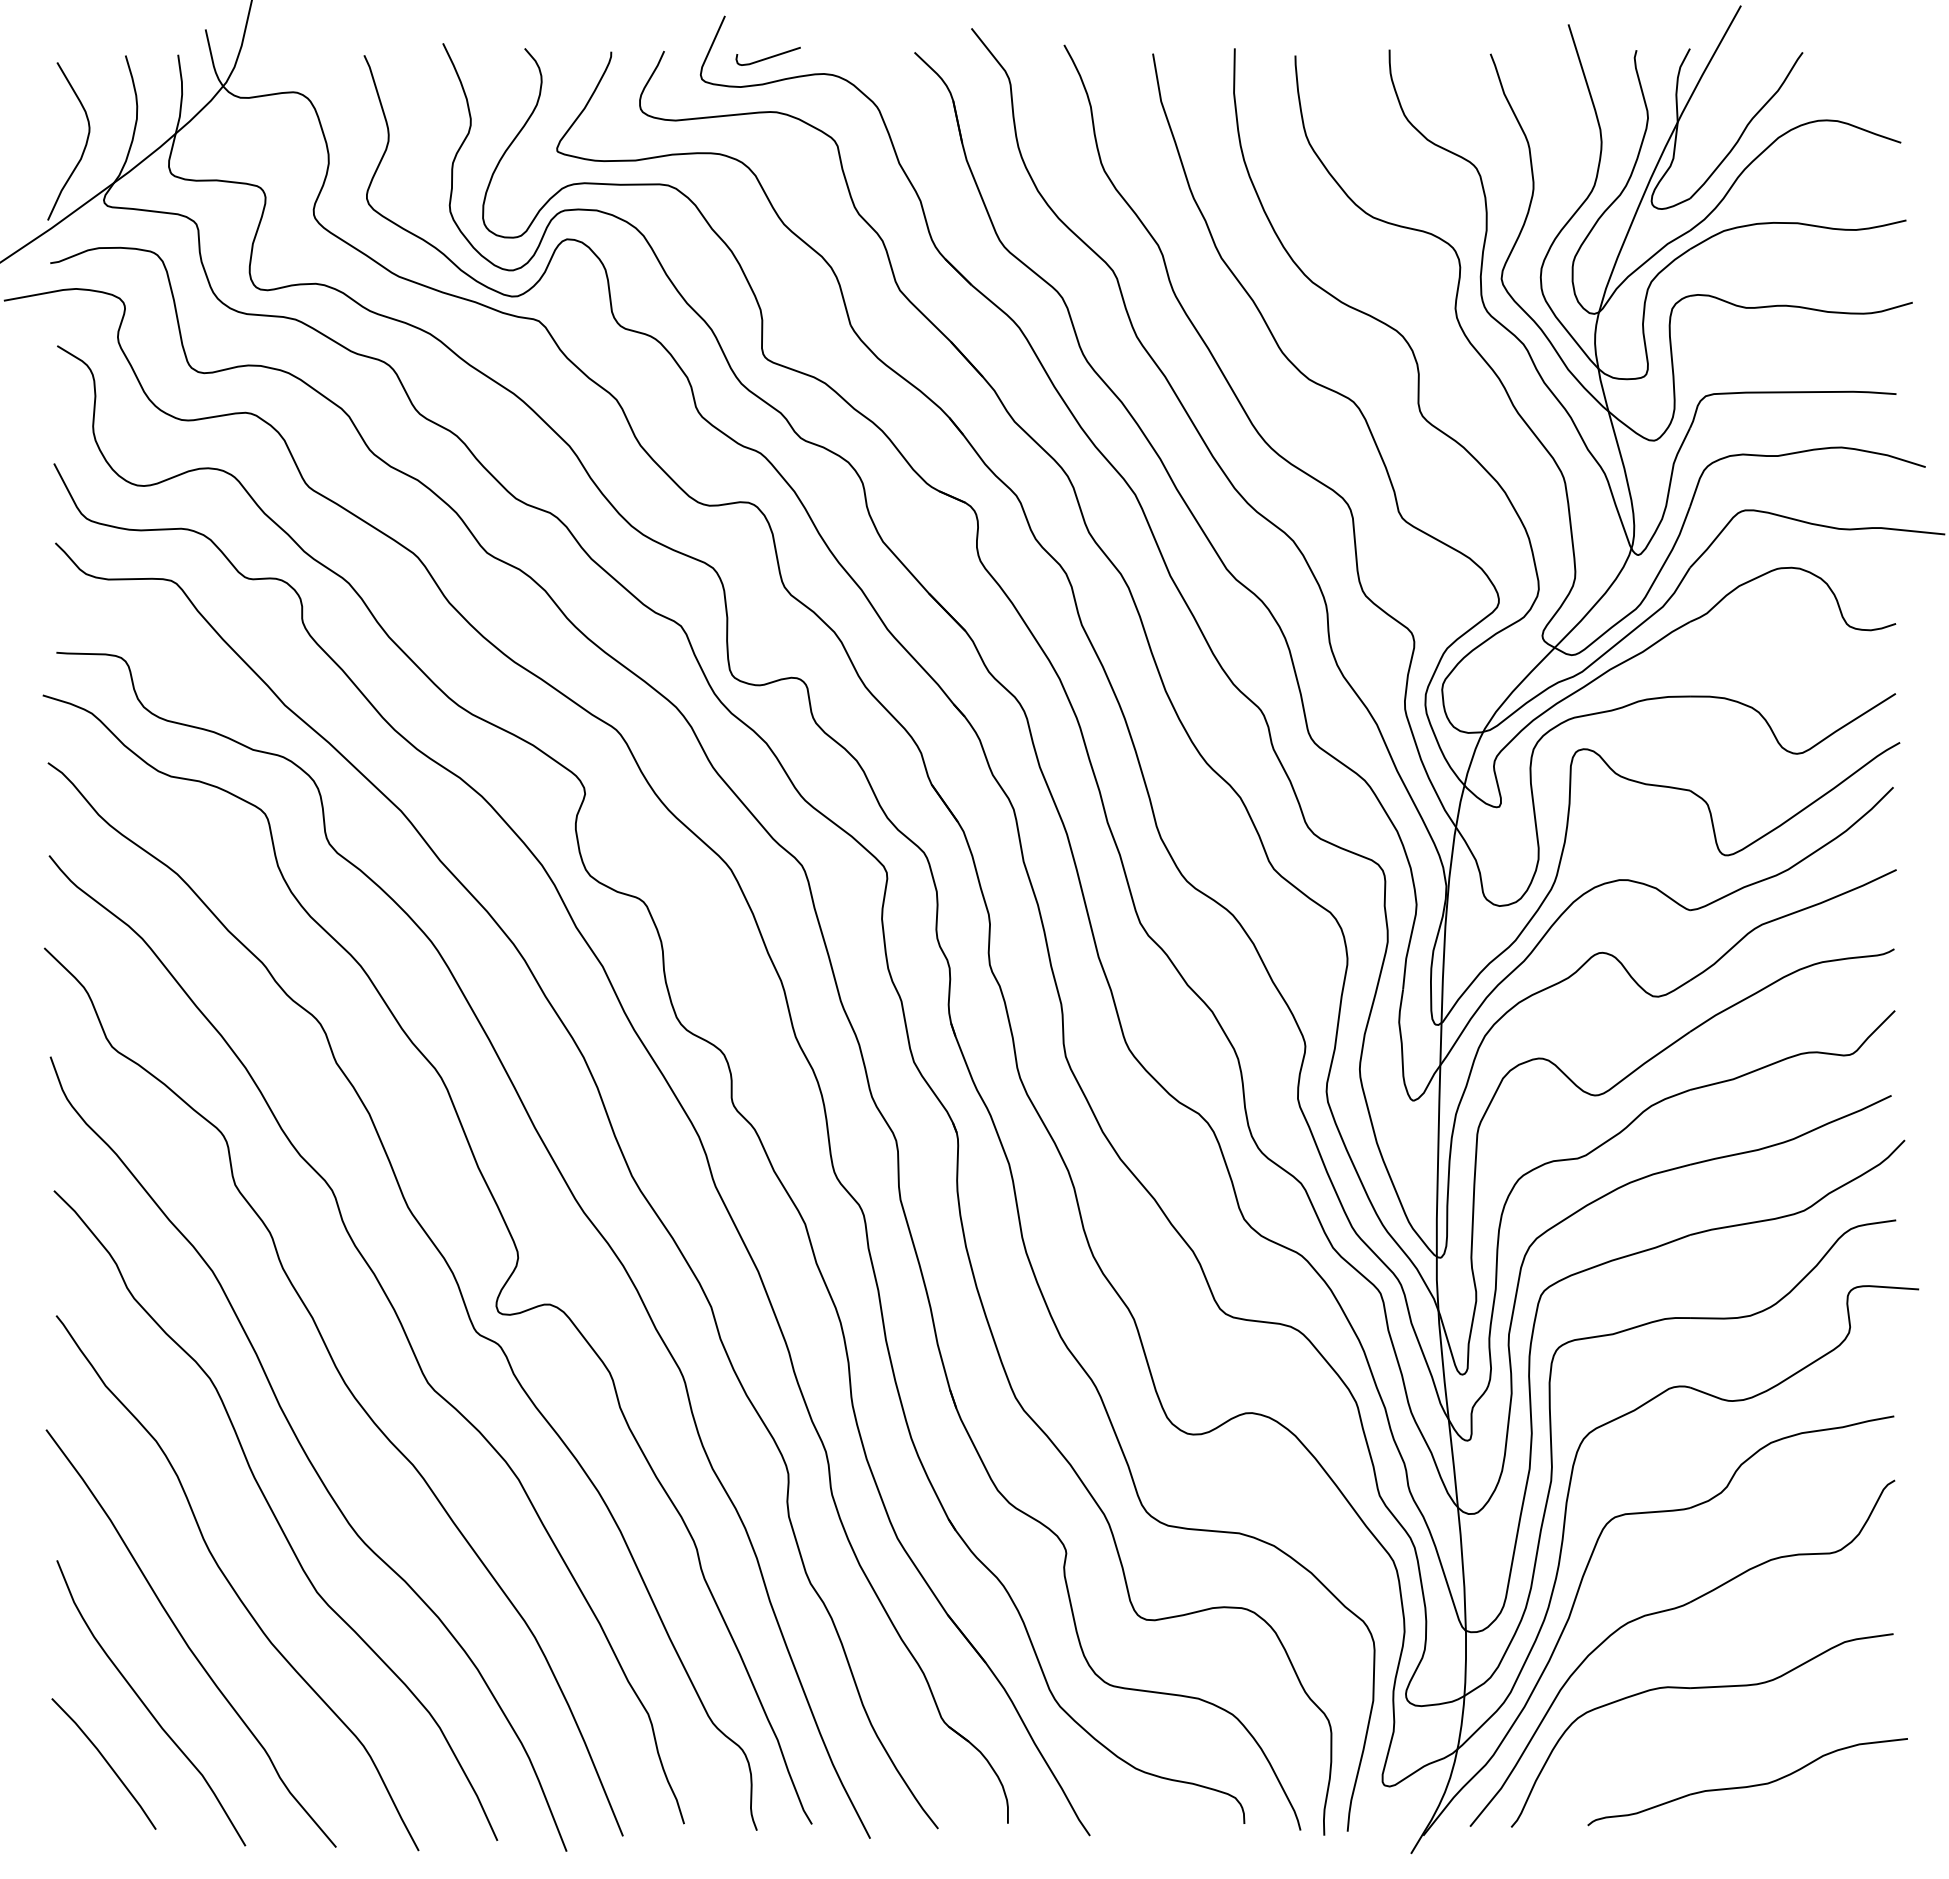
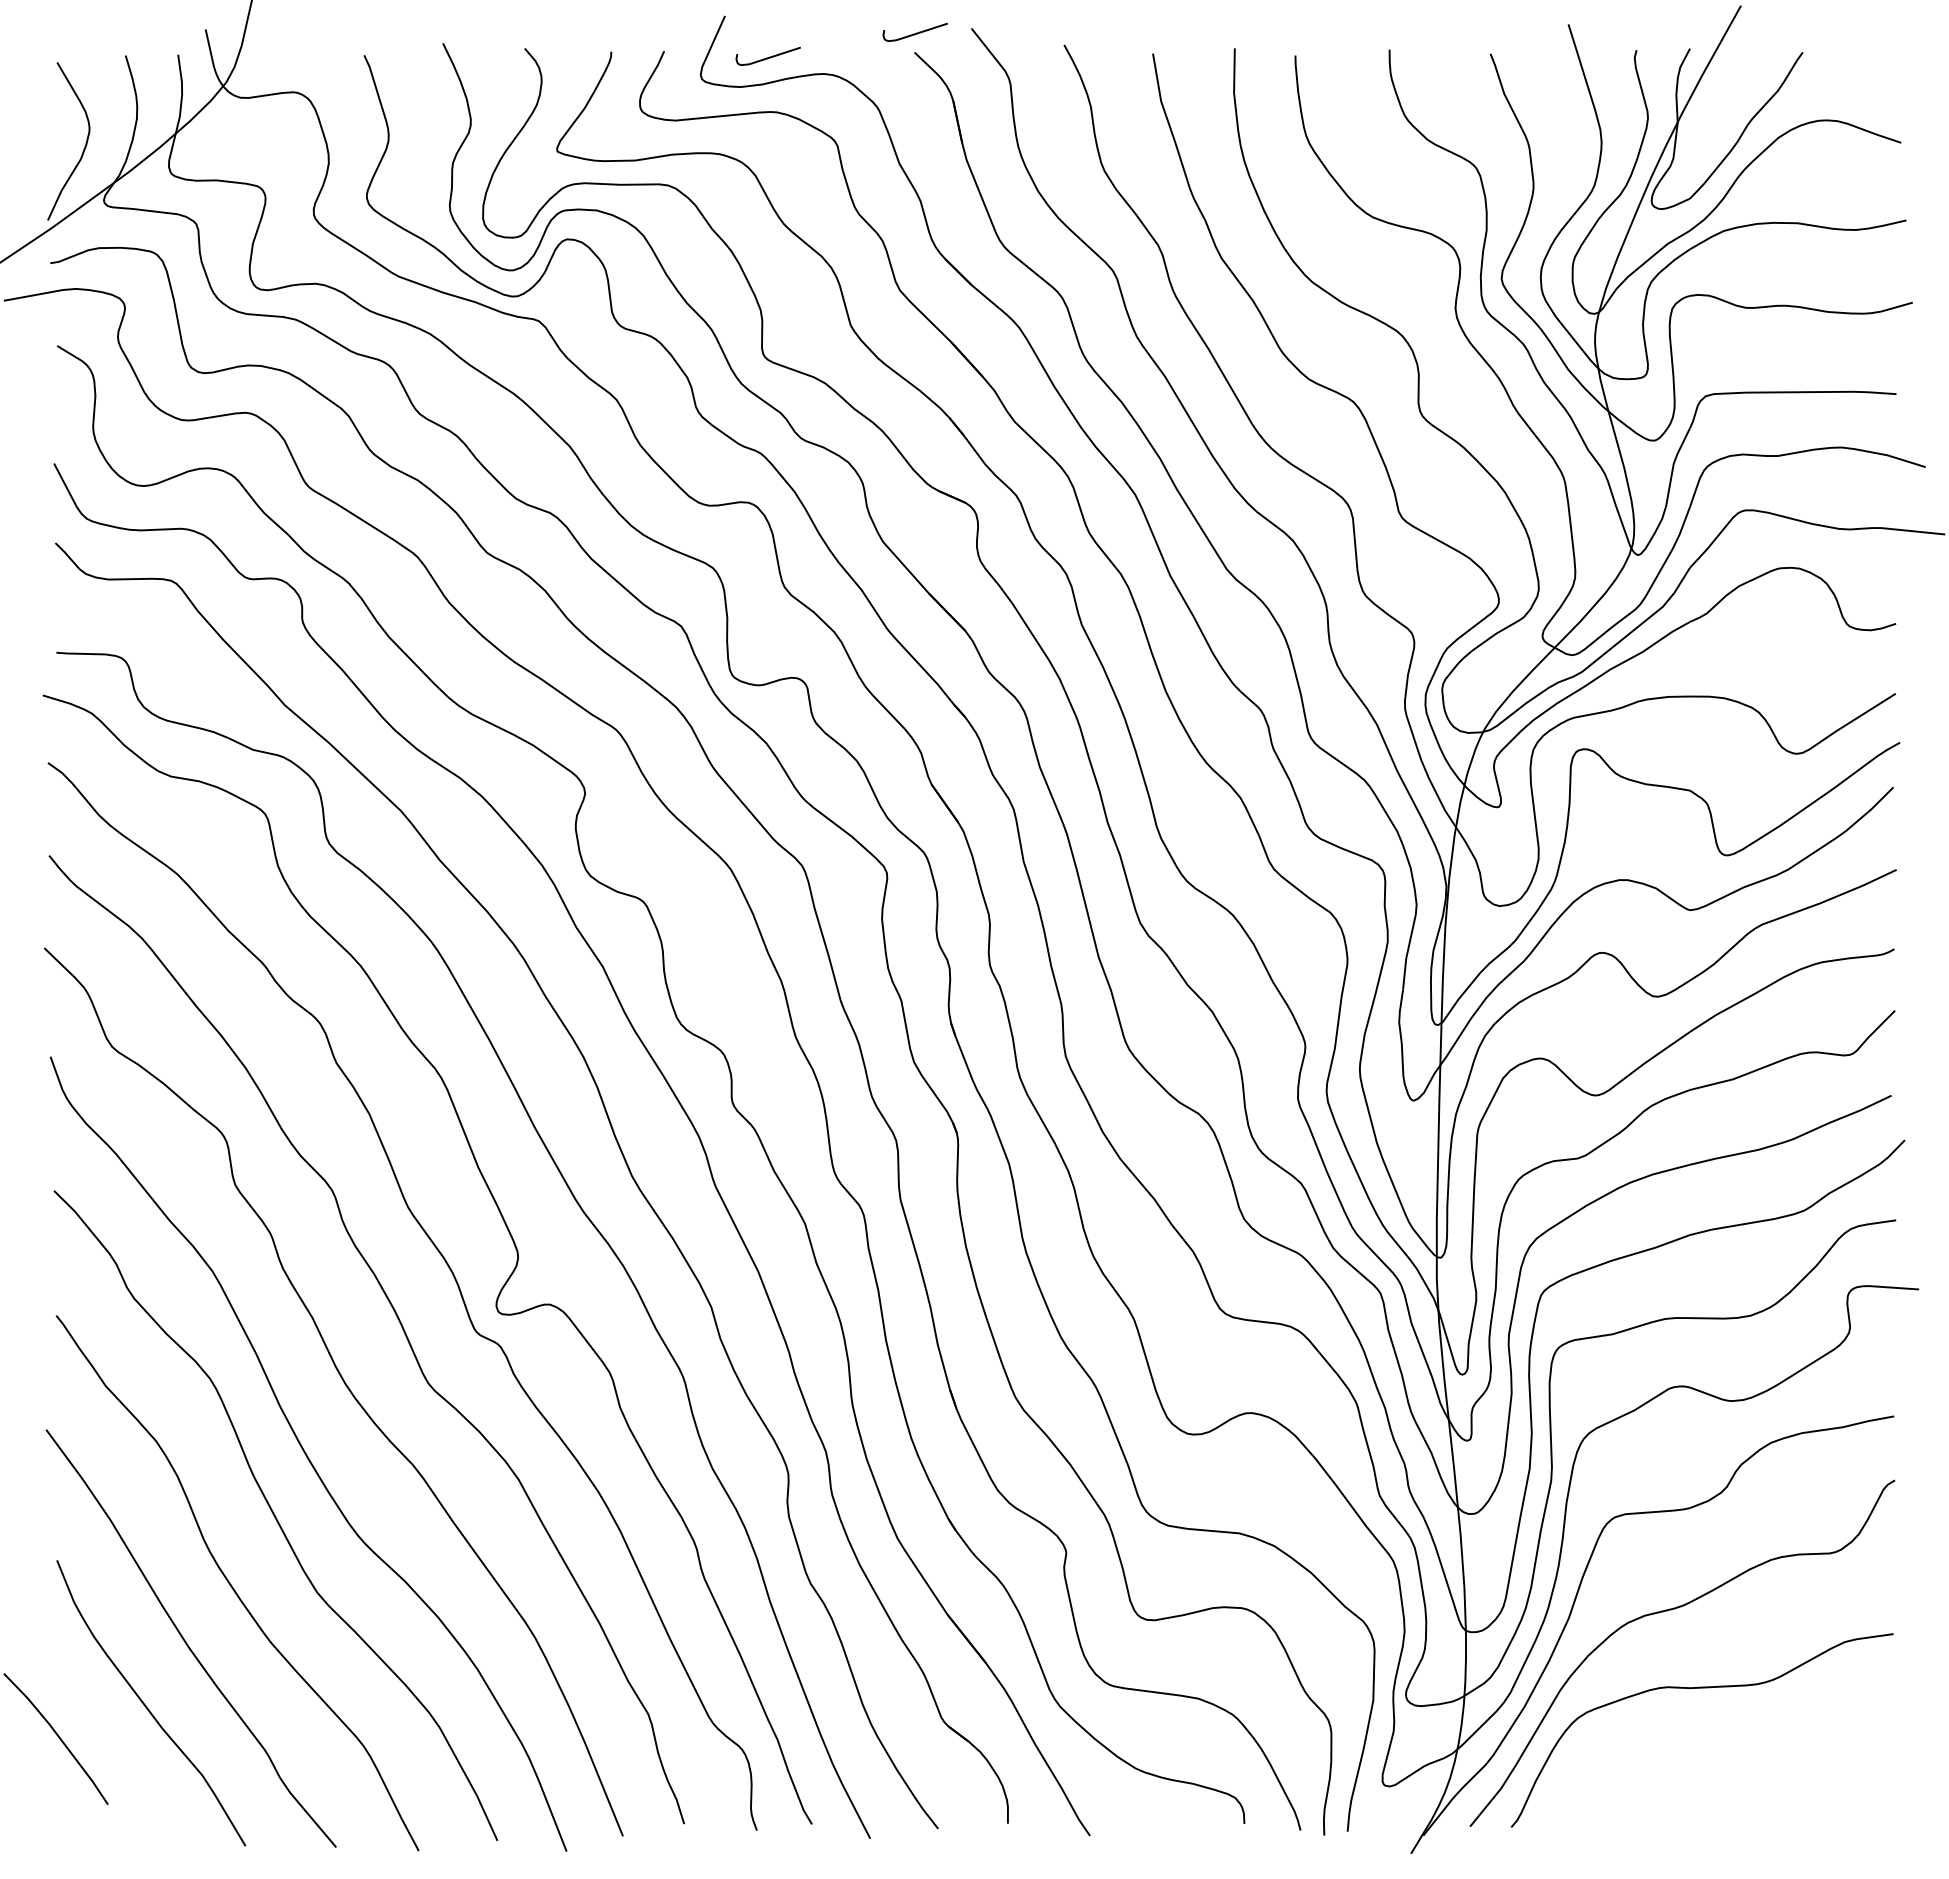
curve at (914, 33): none -> present
line at (105, 1761) position: (105, 1761) -> (57, 1736)
part at (1747, 1782): present -> none
